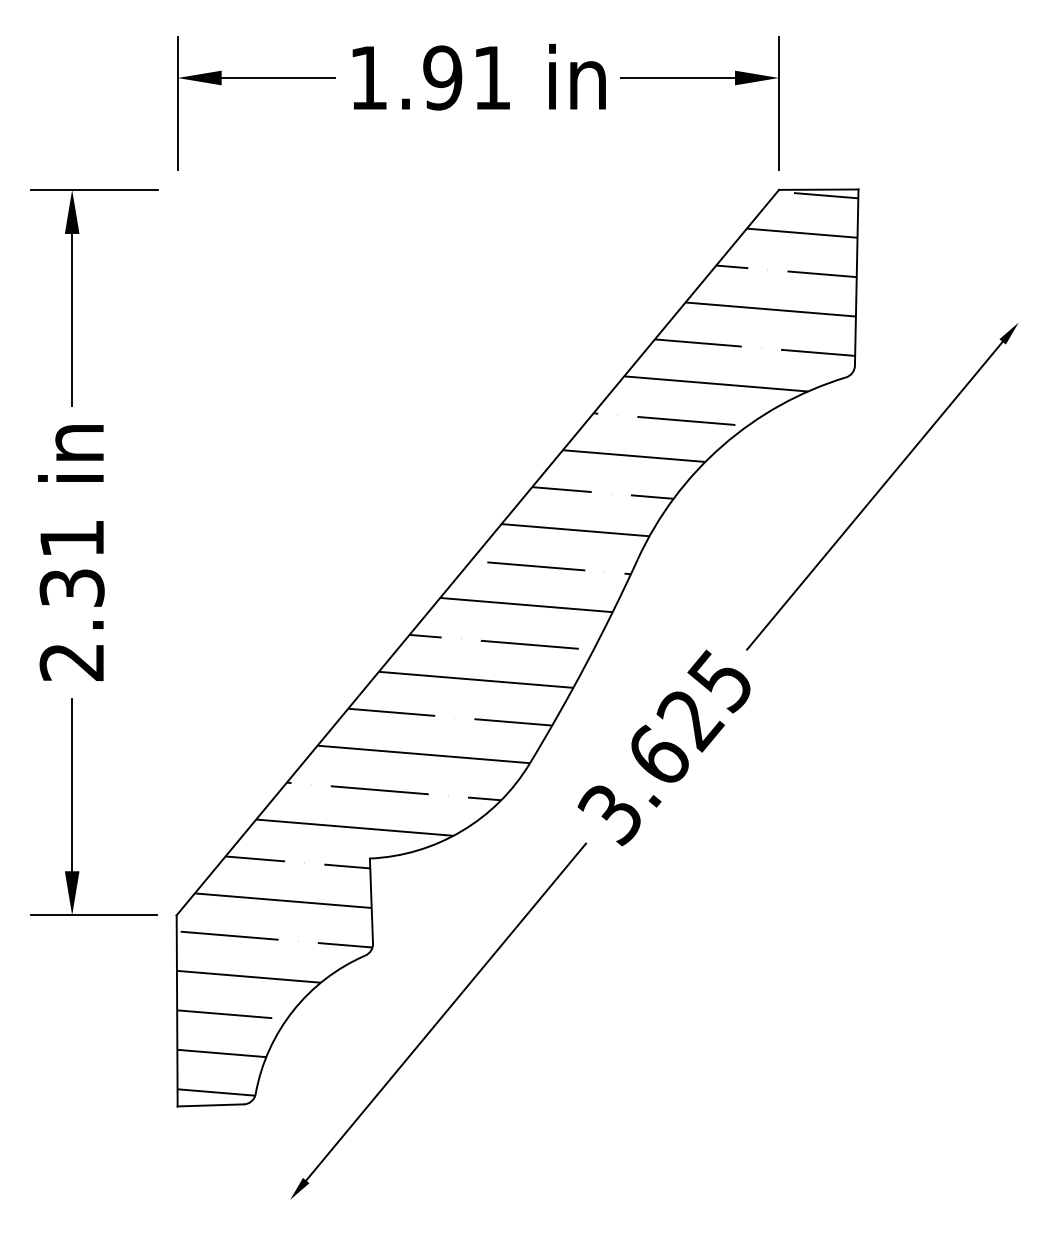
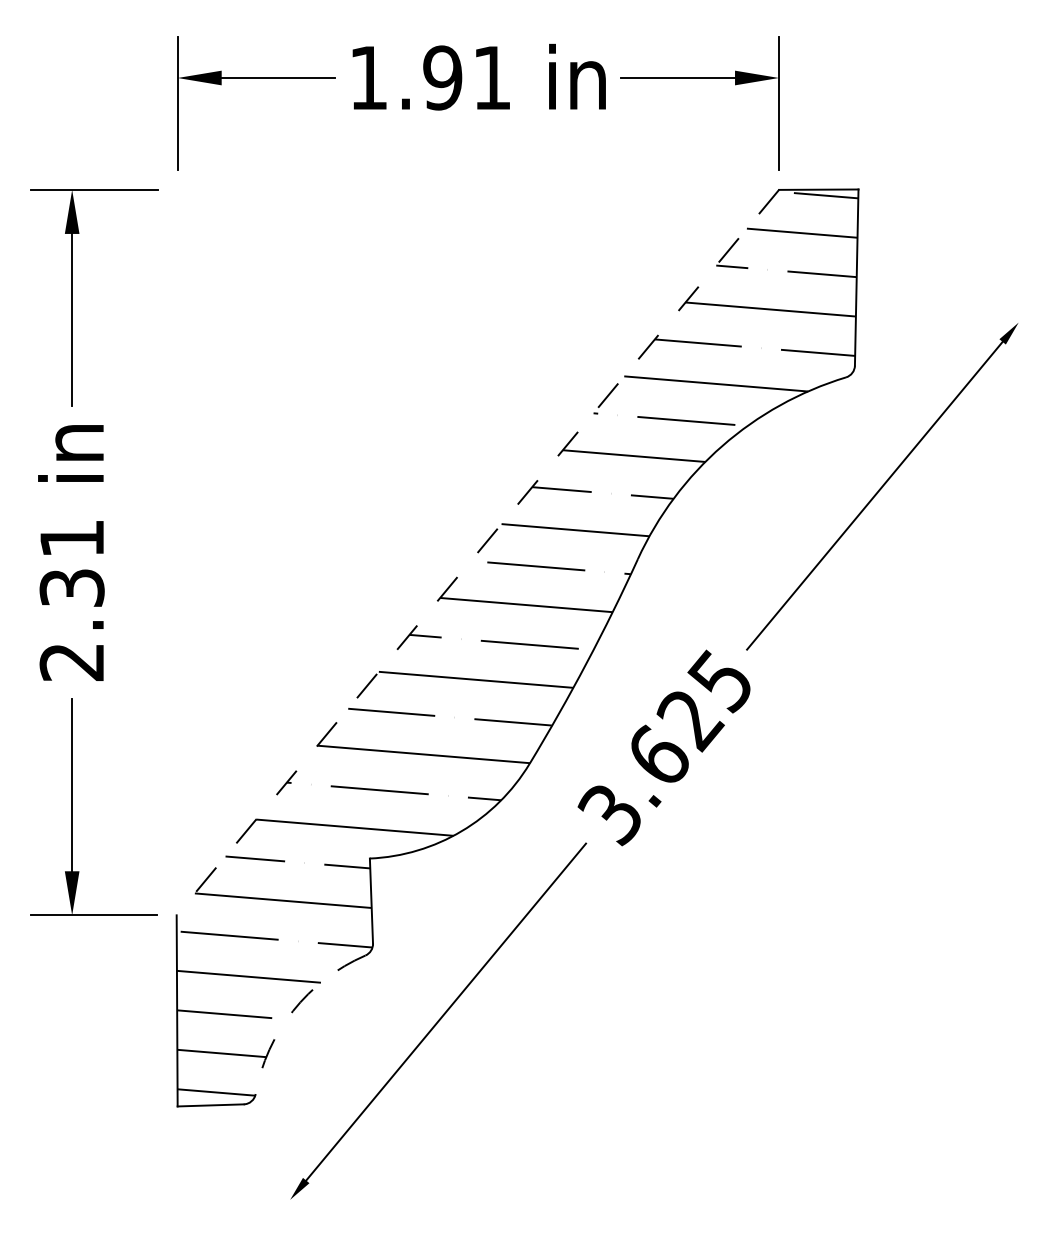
line at (477, 553): solid -> dashed
arc at (293, 1010): solid -> dashed
